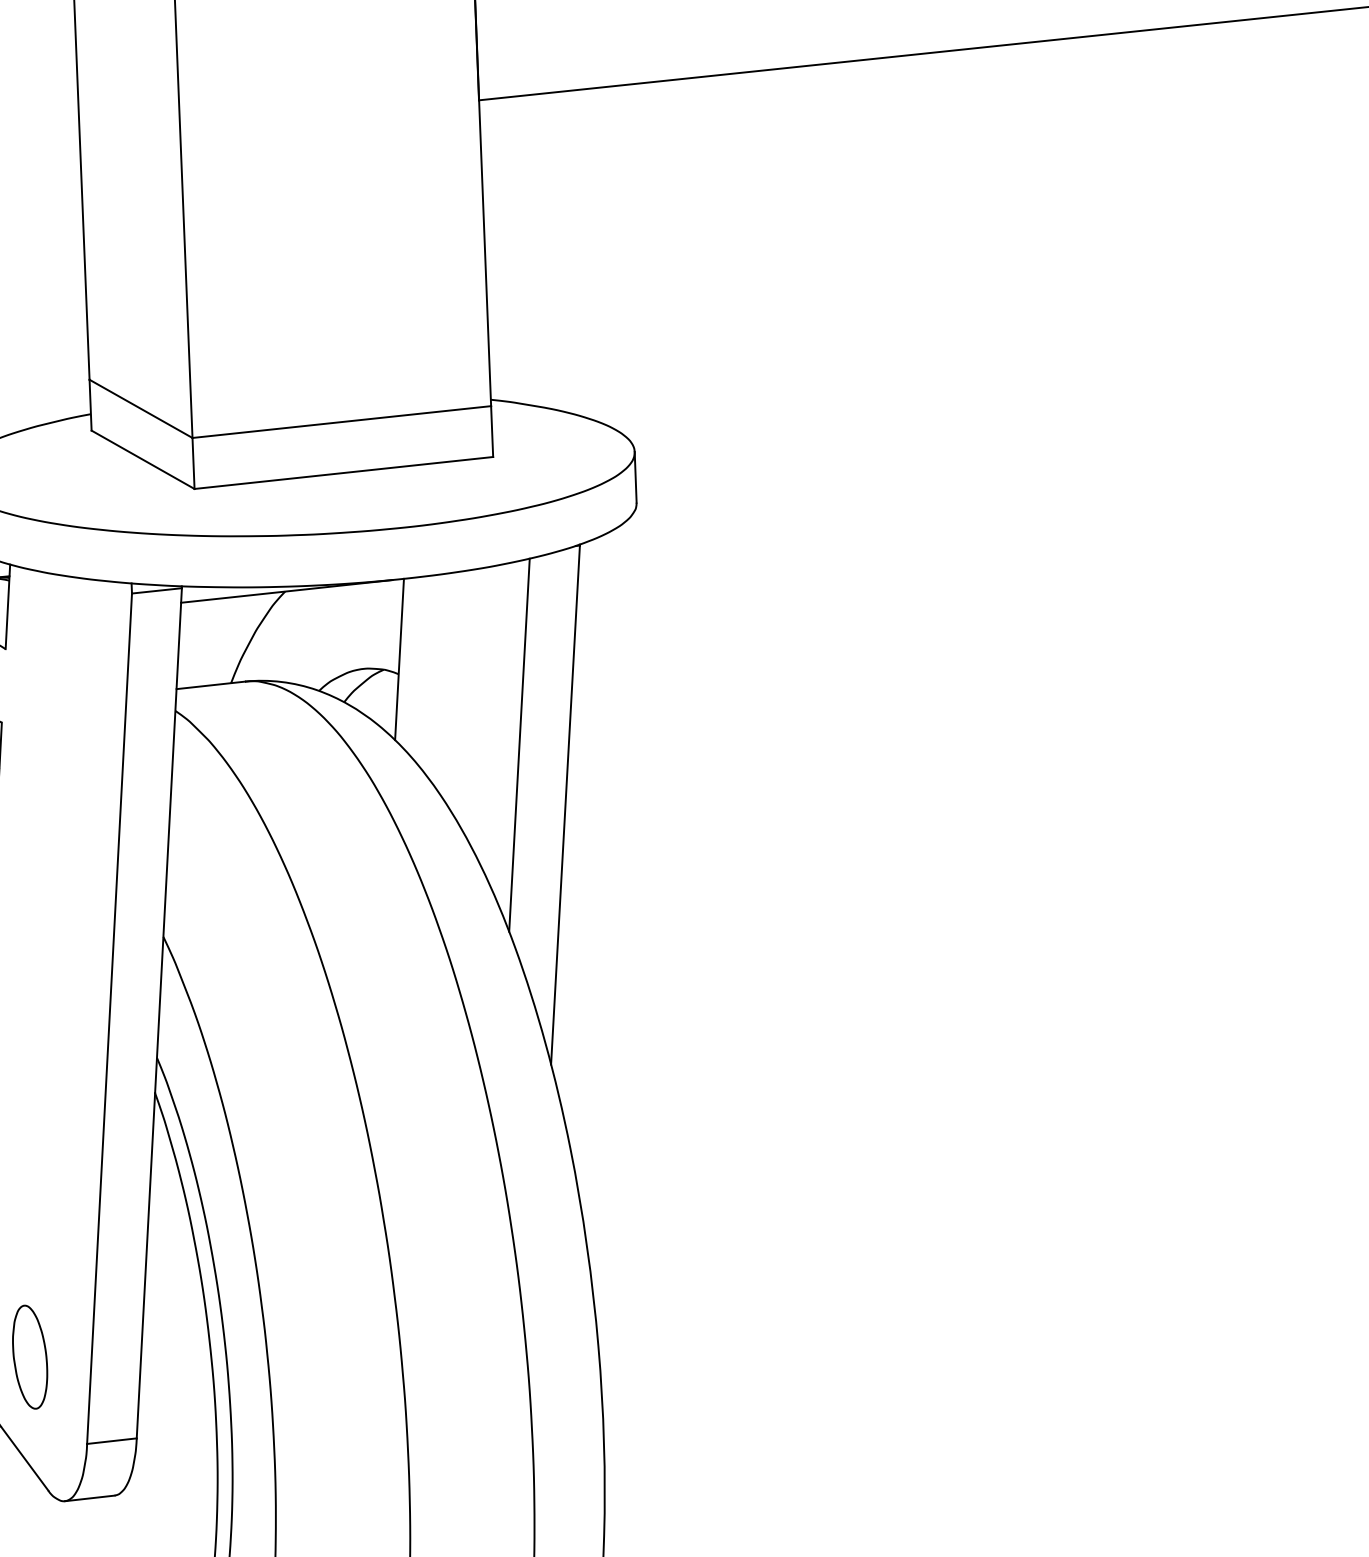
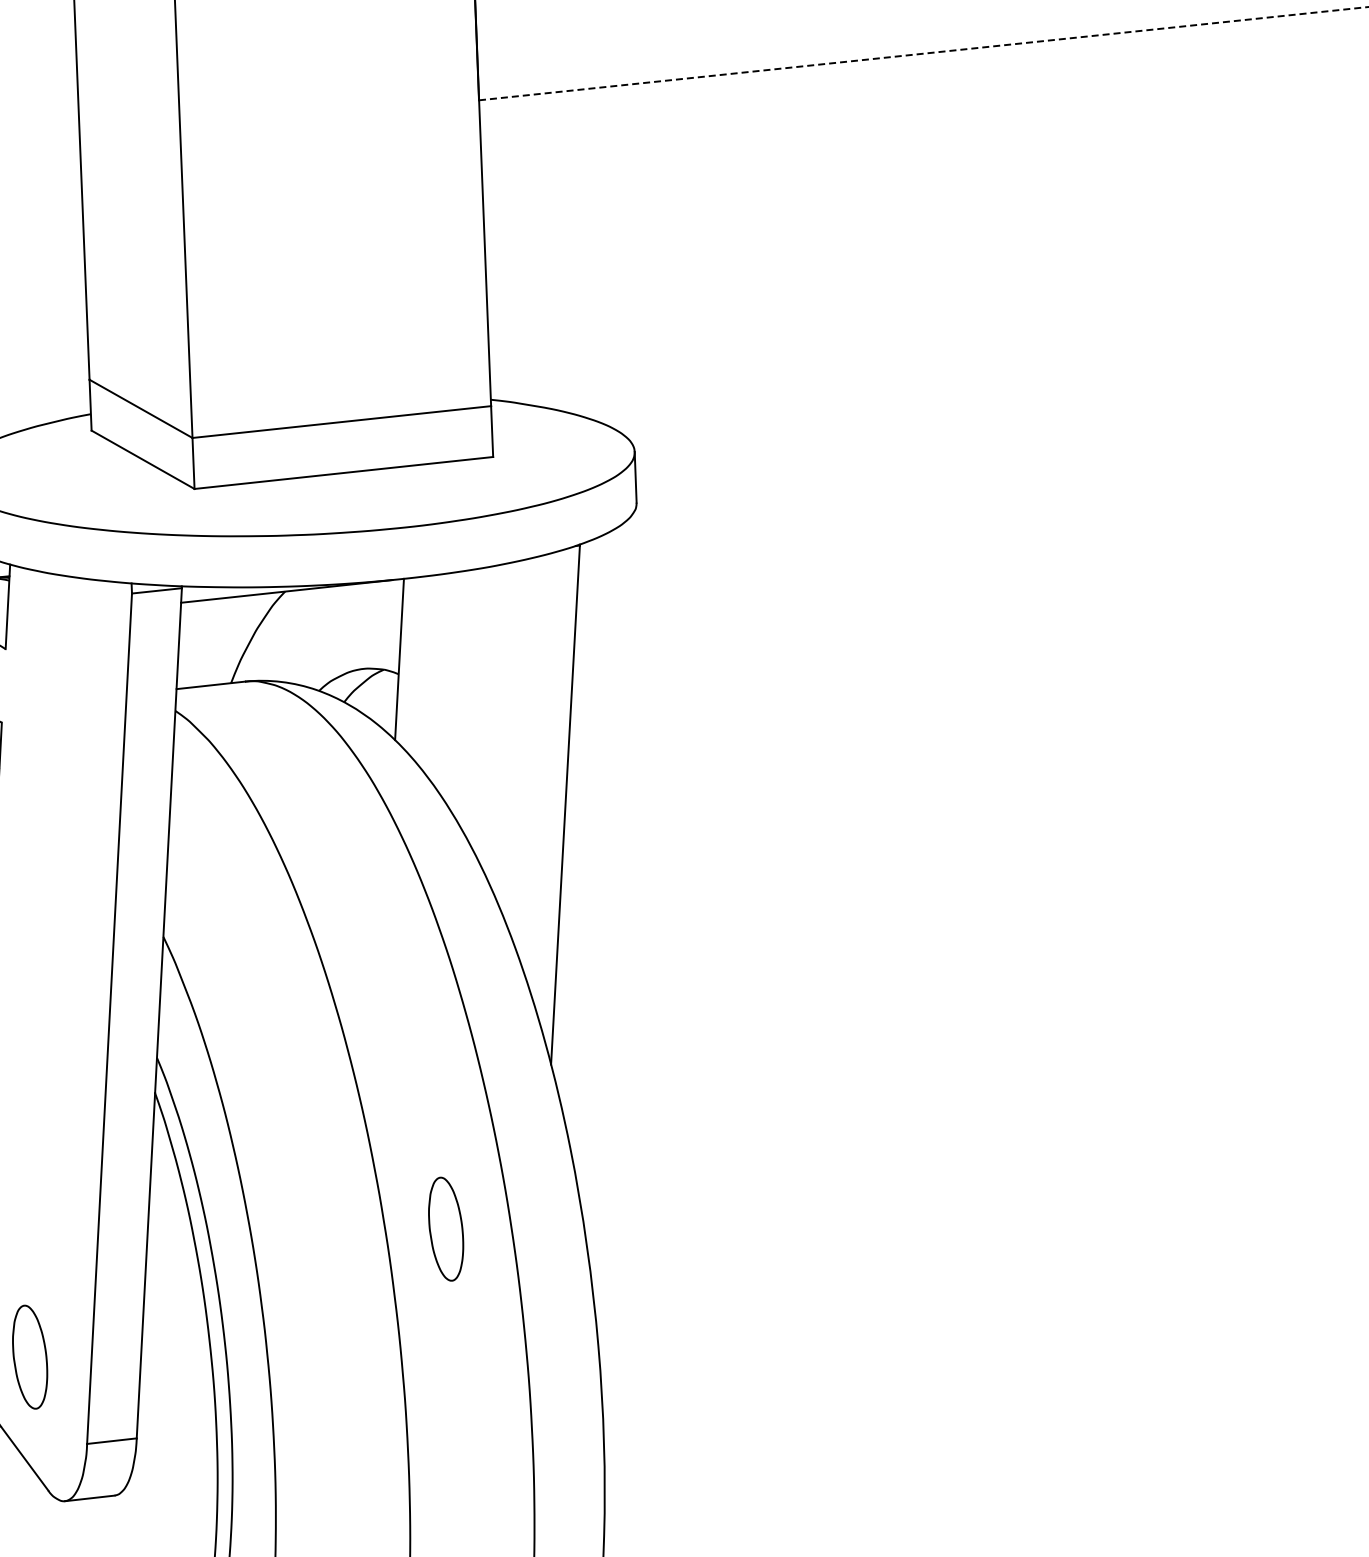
line at (924, 53): solid -> dashed
line at (519, 744): present -> none
part at (446, 1228): none -> present
